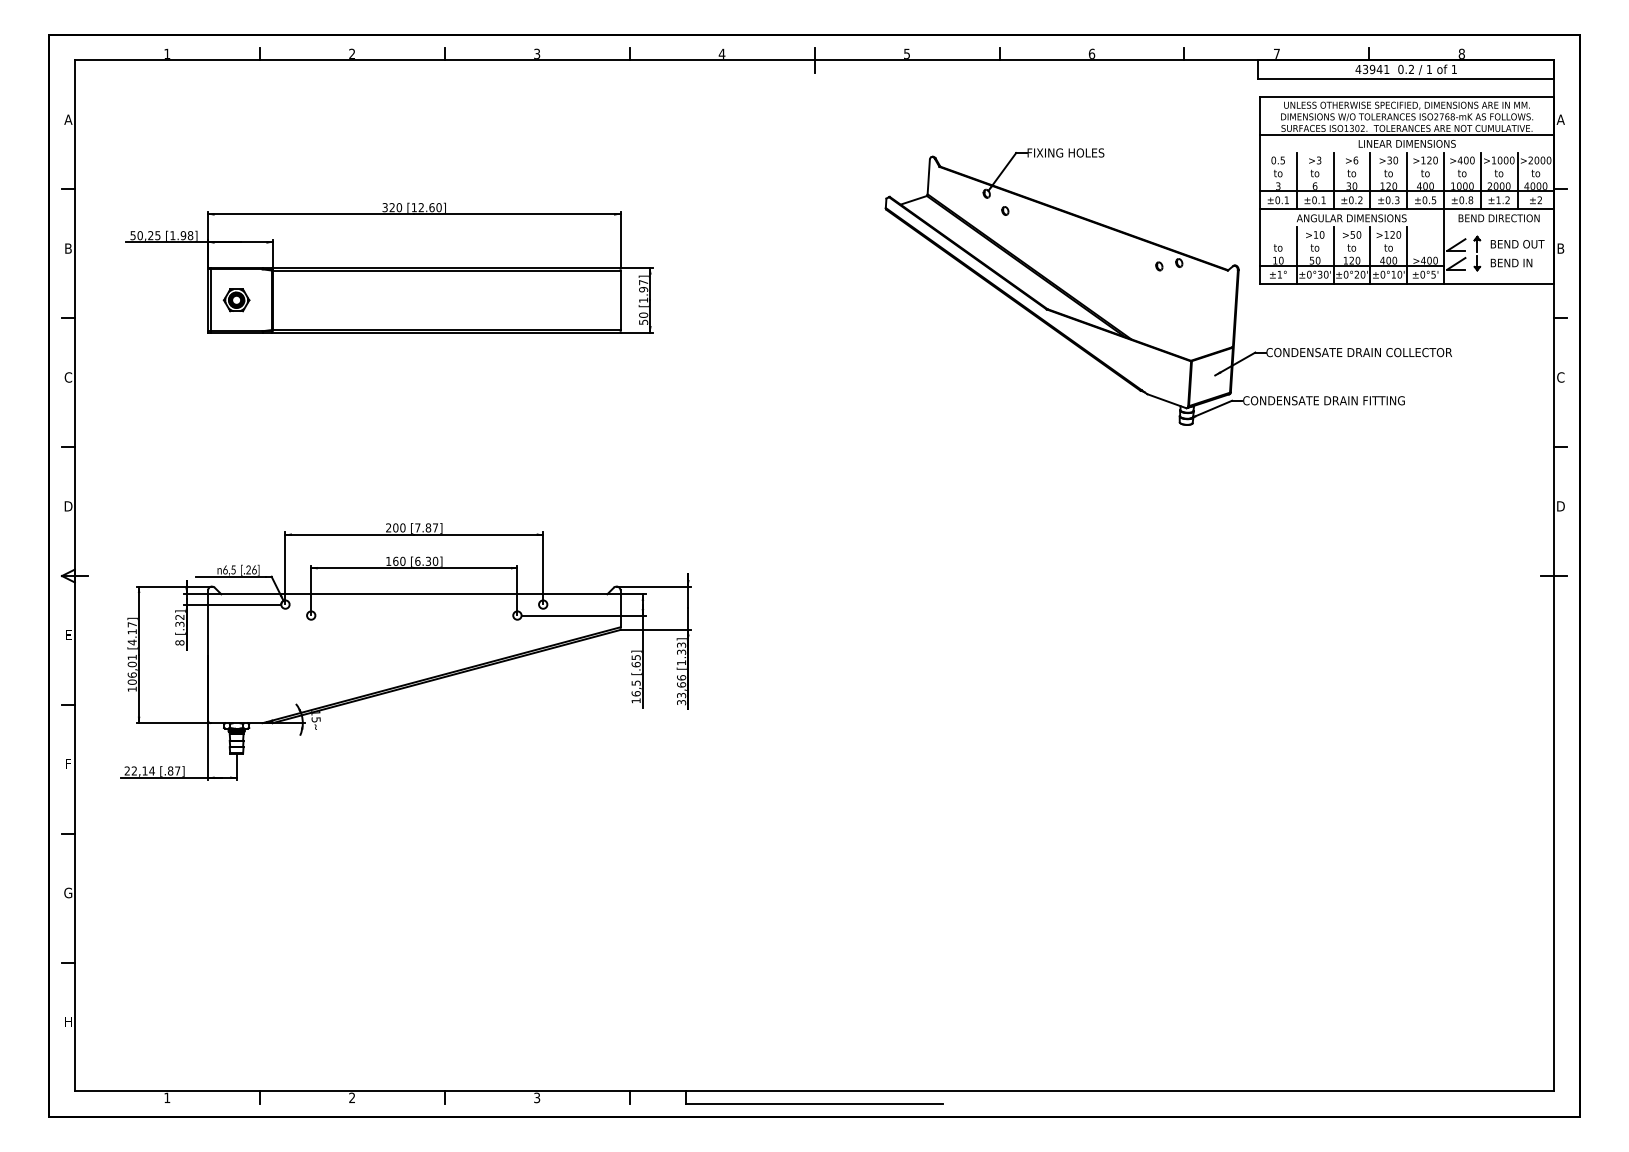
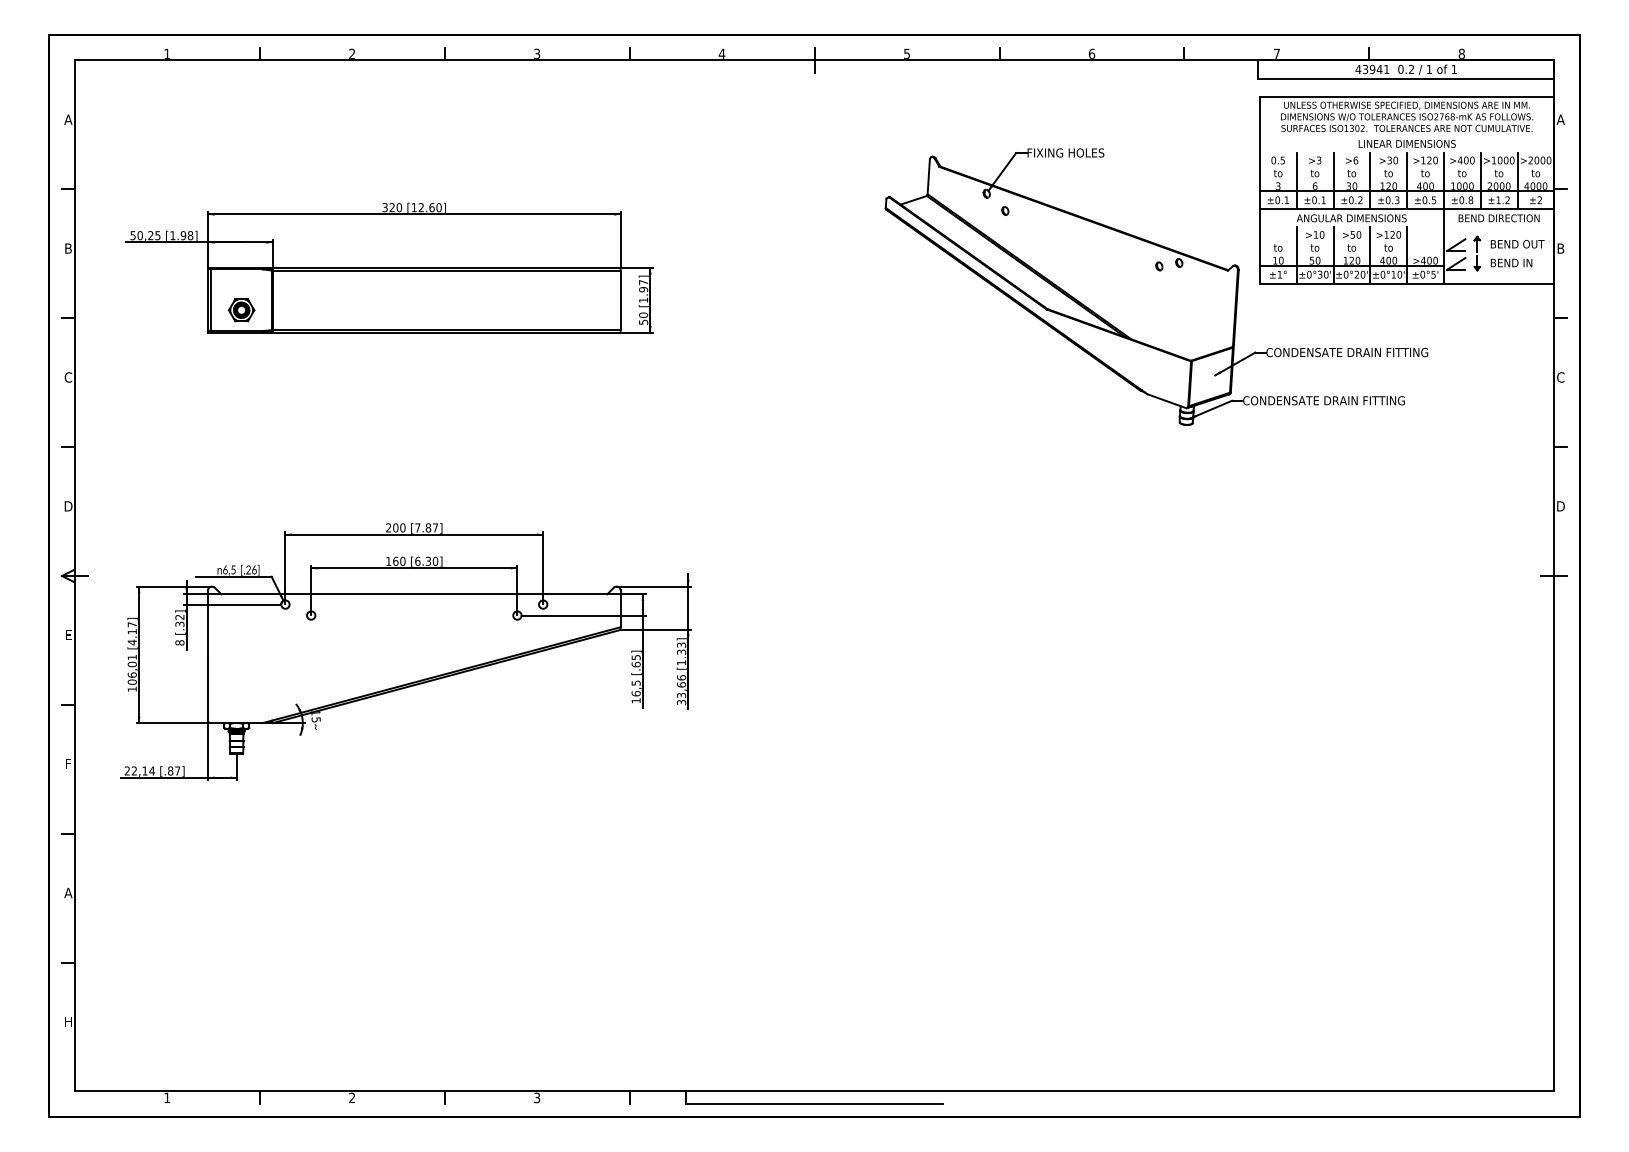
line at (1406, 134): present -> none
part at (236, 300) position: (236, 300) -> (241, 310)
text at (1419, 352): CONDENSATE DRAIN COLLECTOR -> CONDENSATE DRAIN FITTING
text at (68, 892): G -> A
